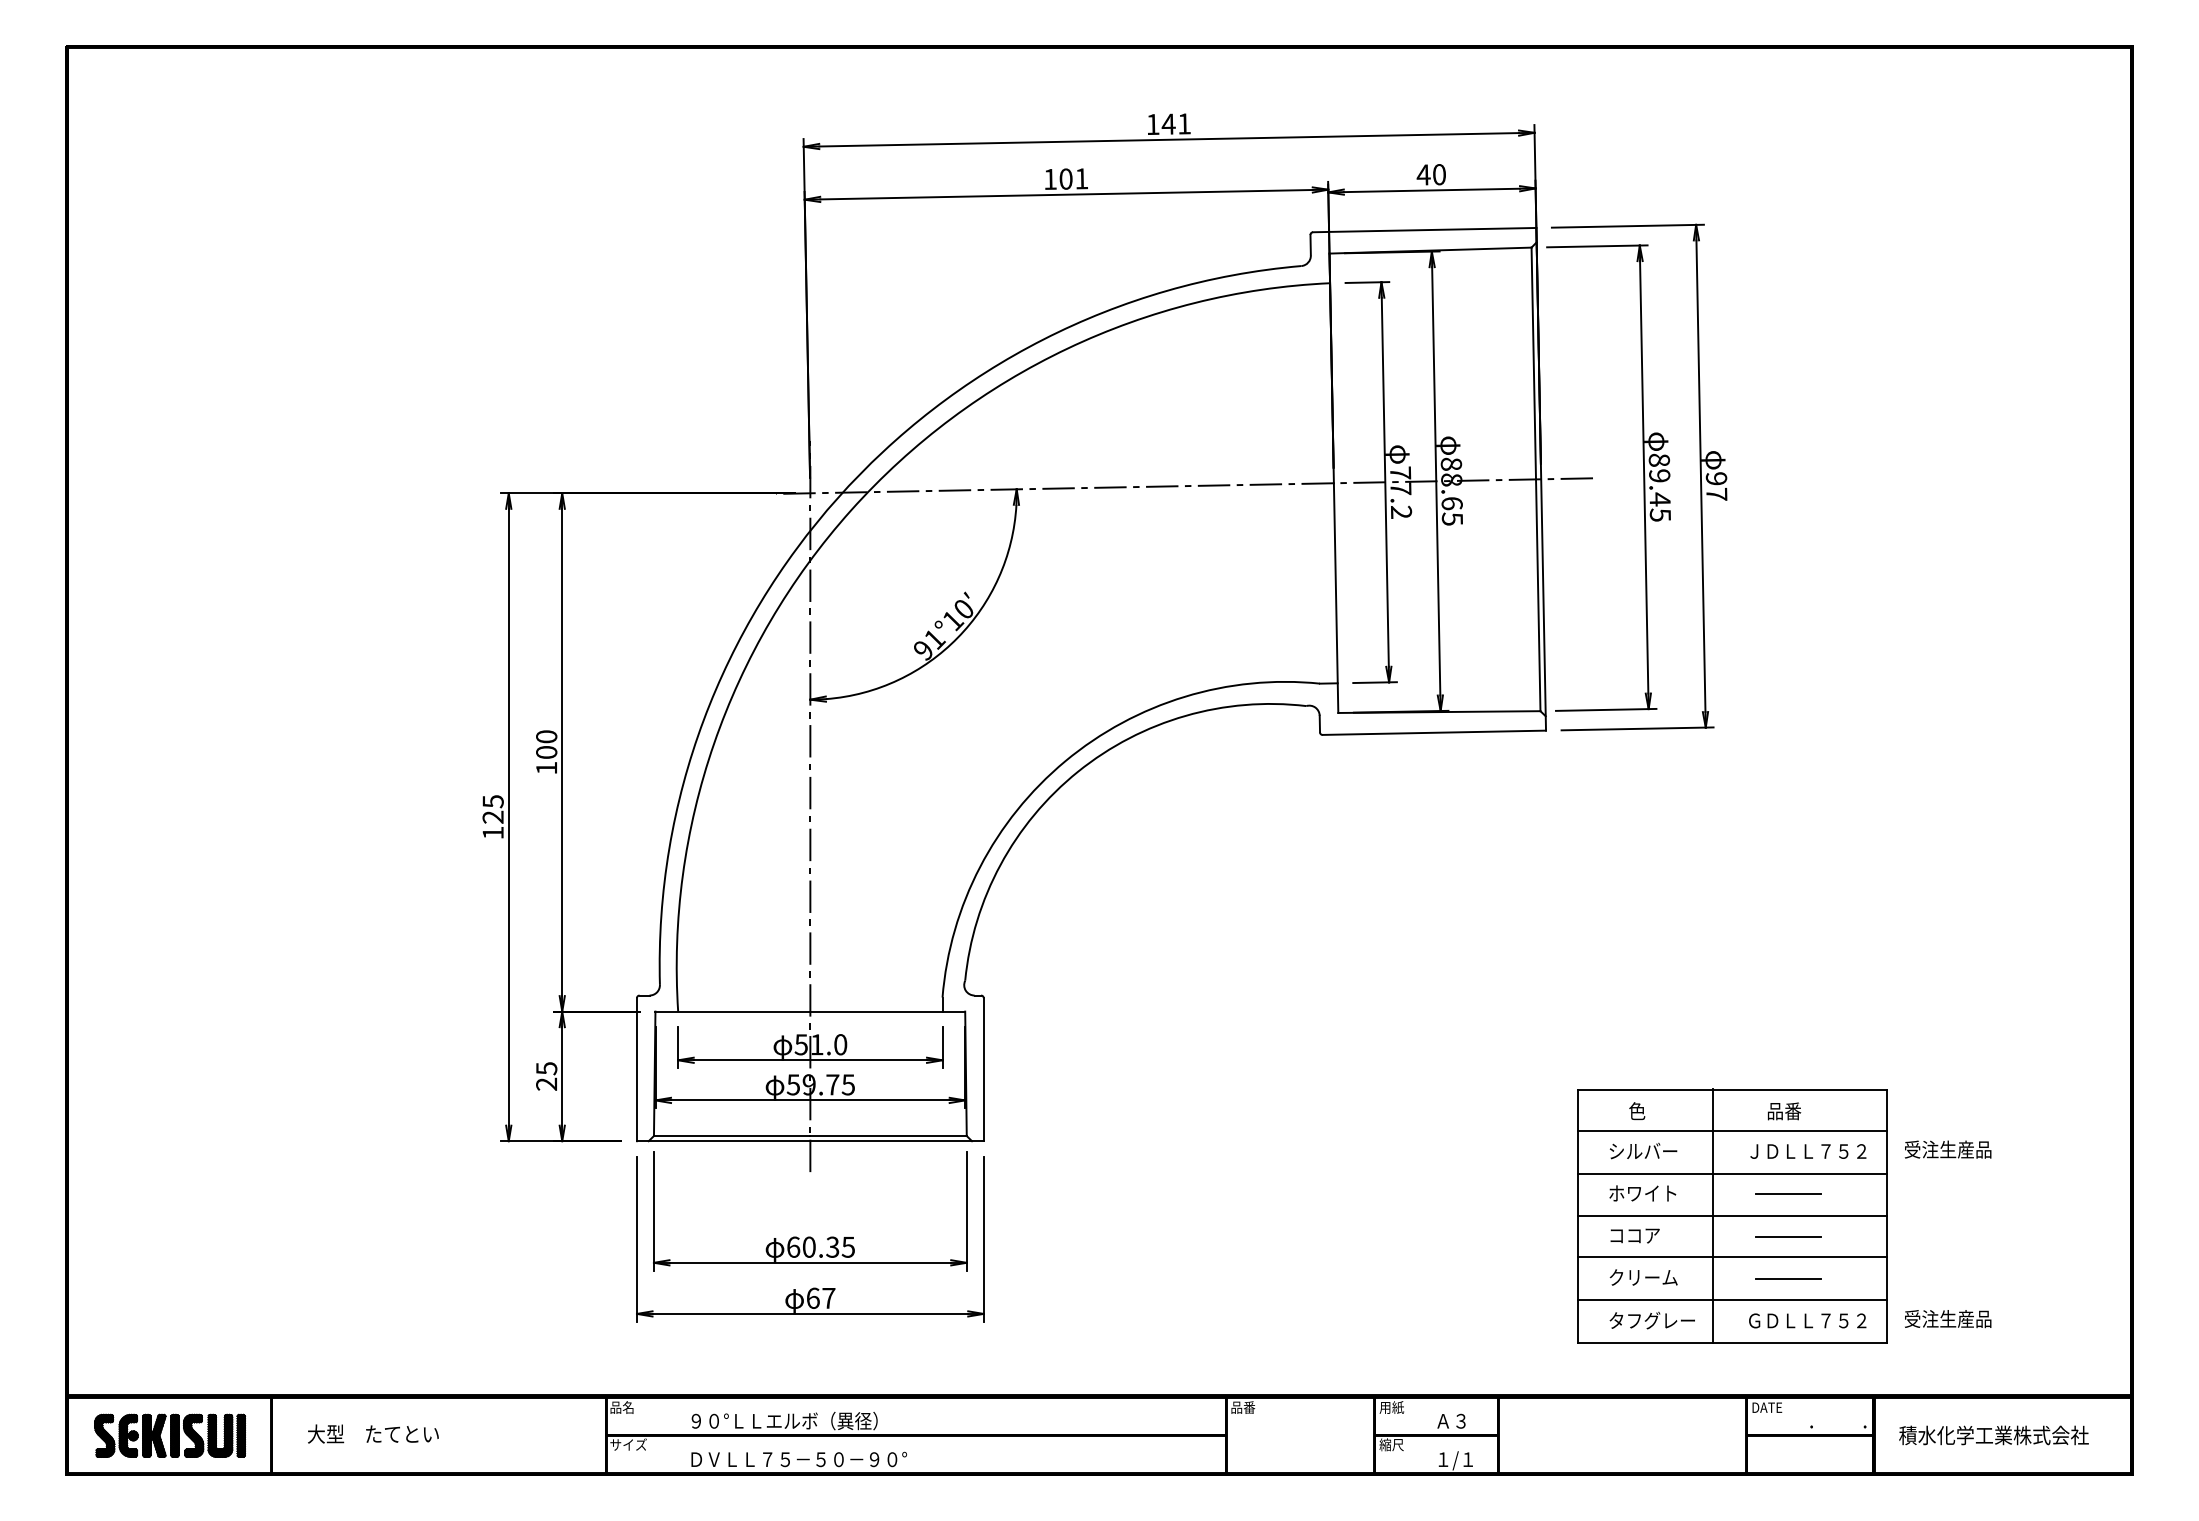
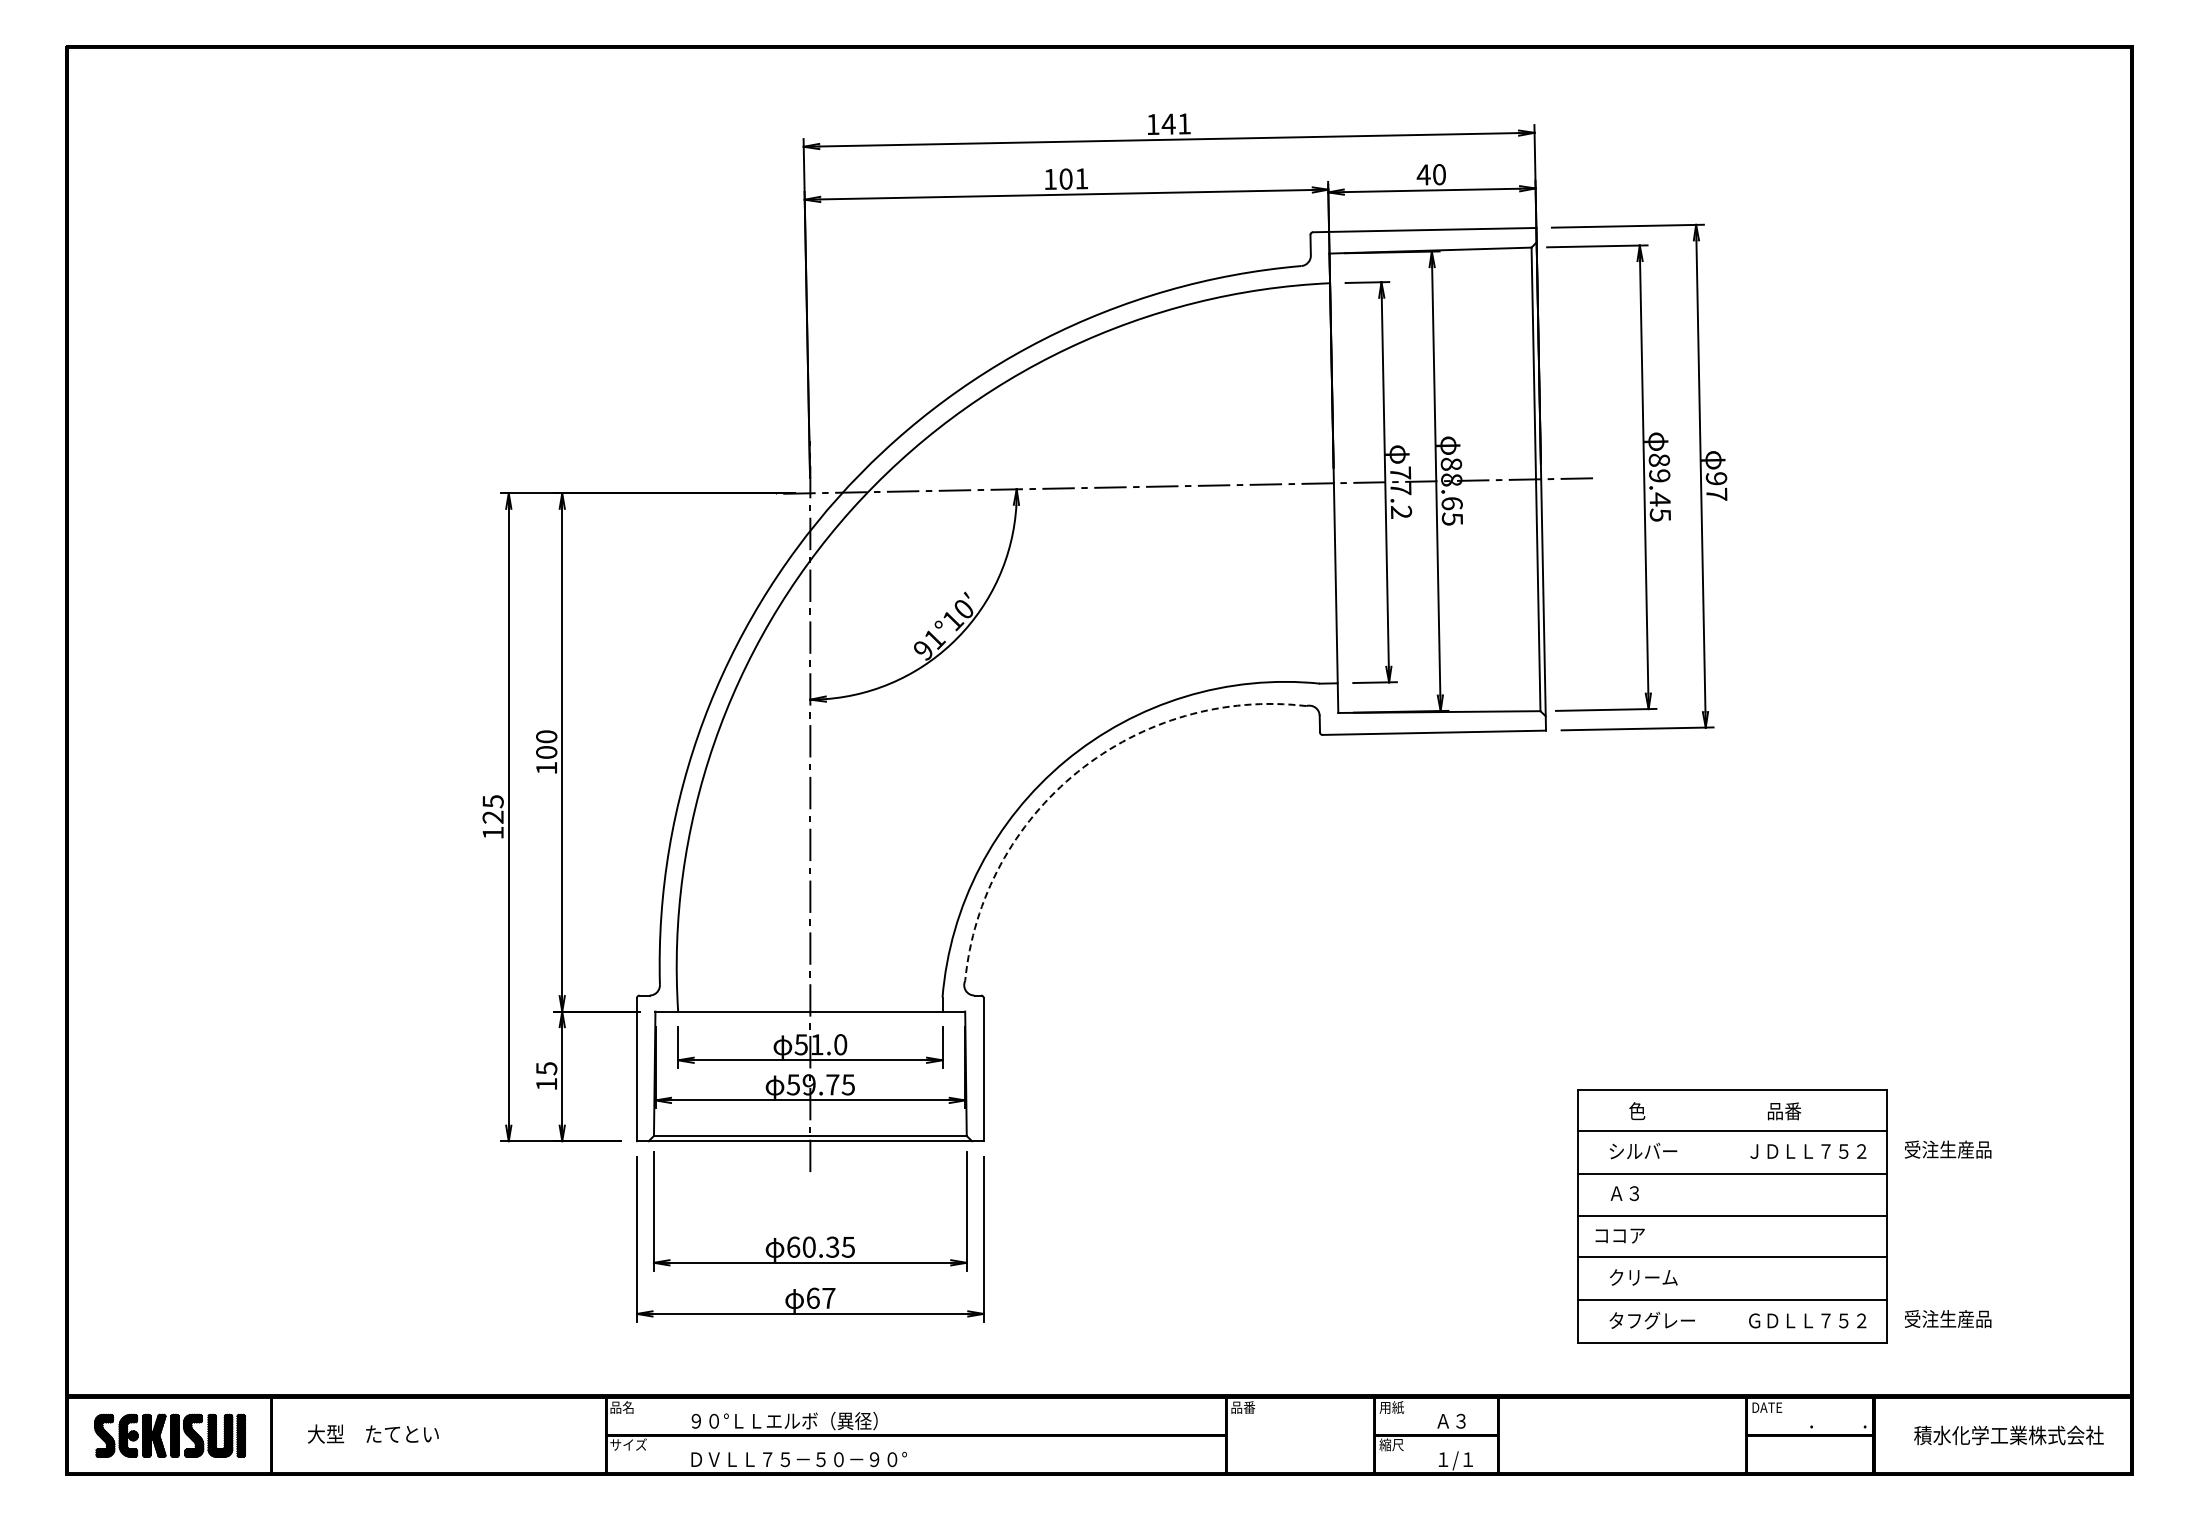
arc at (1078, 771): solid -> dashed
text at (546, 1083): 25 -> 15
text at (1642, 1193): ホワイト -> Ａ３
line at (1787, 1194): present -> none
line at (1712, 1215): present -> none
text at (1634, 1235) position: (1634, 1235) -> (1619, 1235)
line at (1787, 1237): present -> none
line at (1787, 1278): present -> none
text at (1993, 1435) position: (1993, 1435) -> (2008, 1435)
